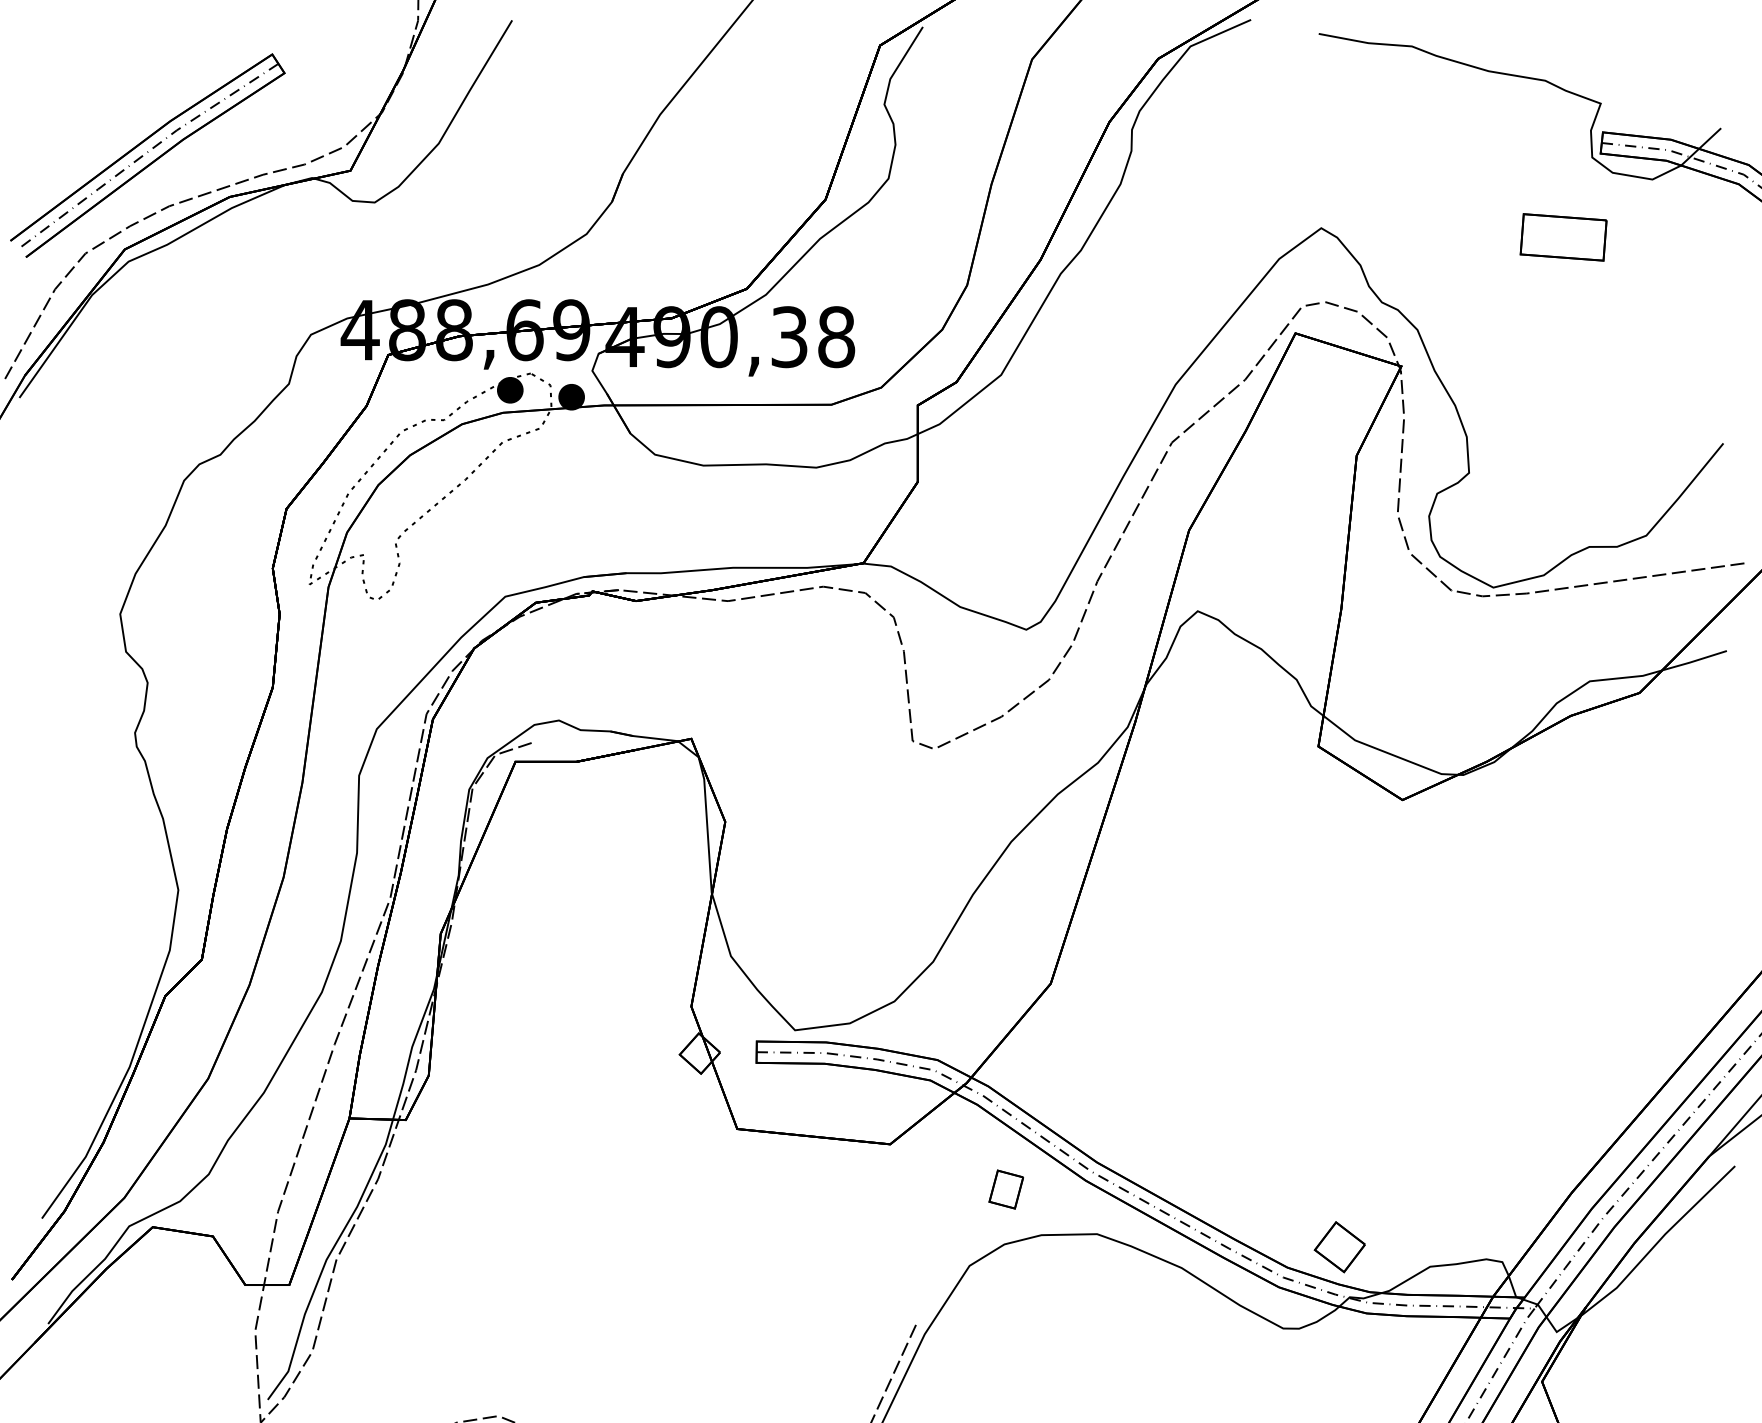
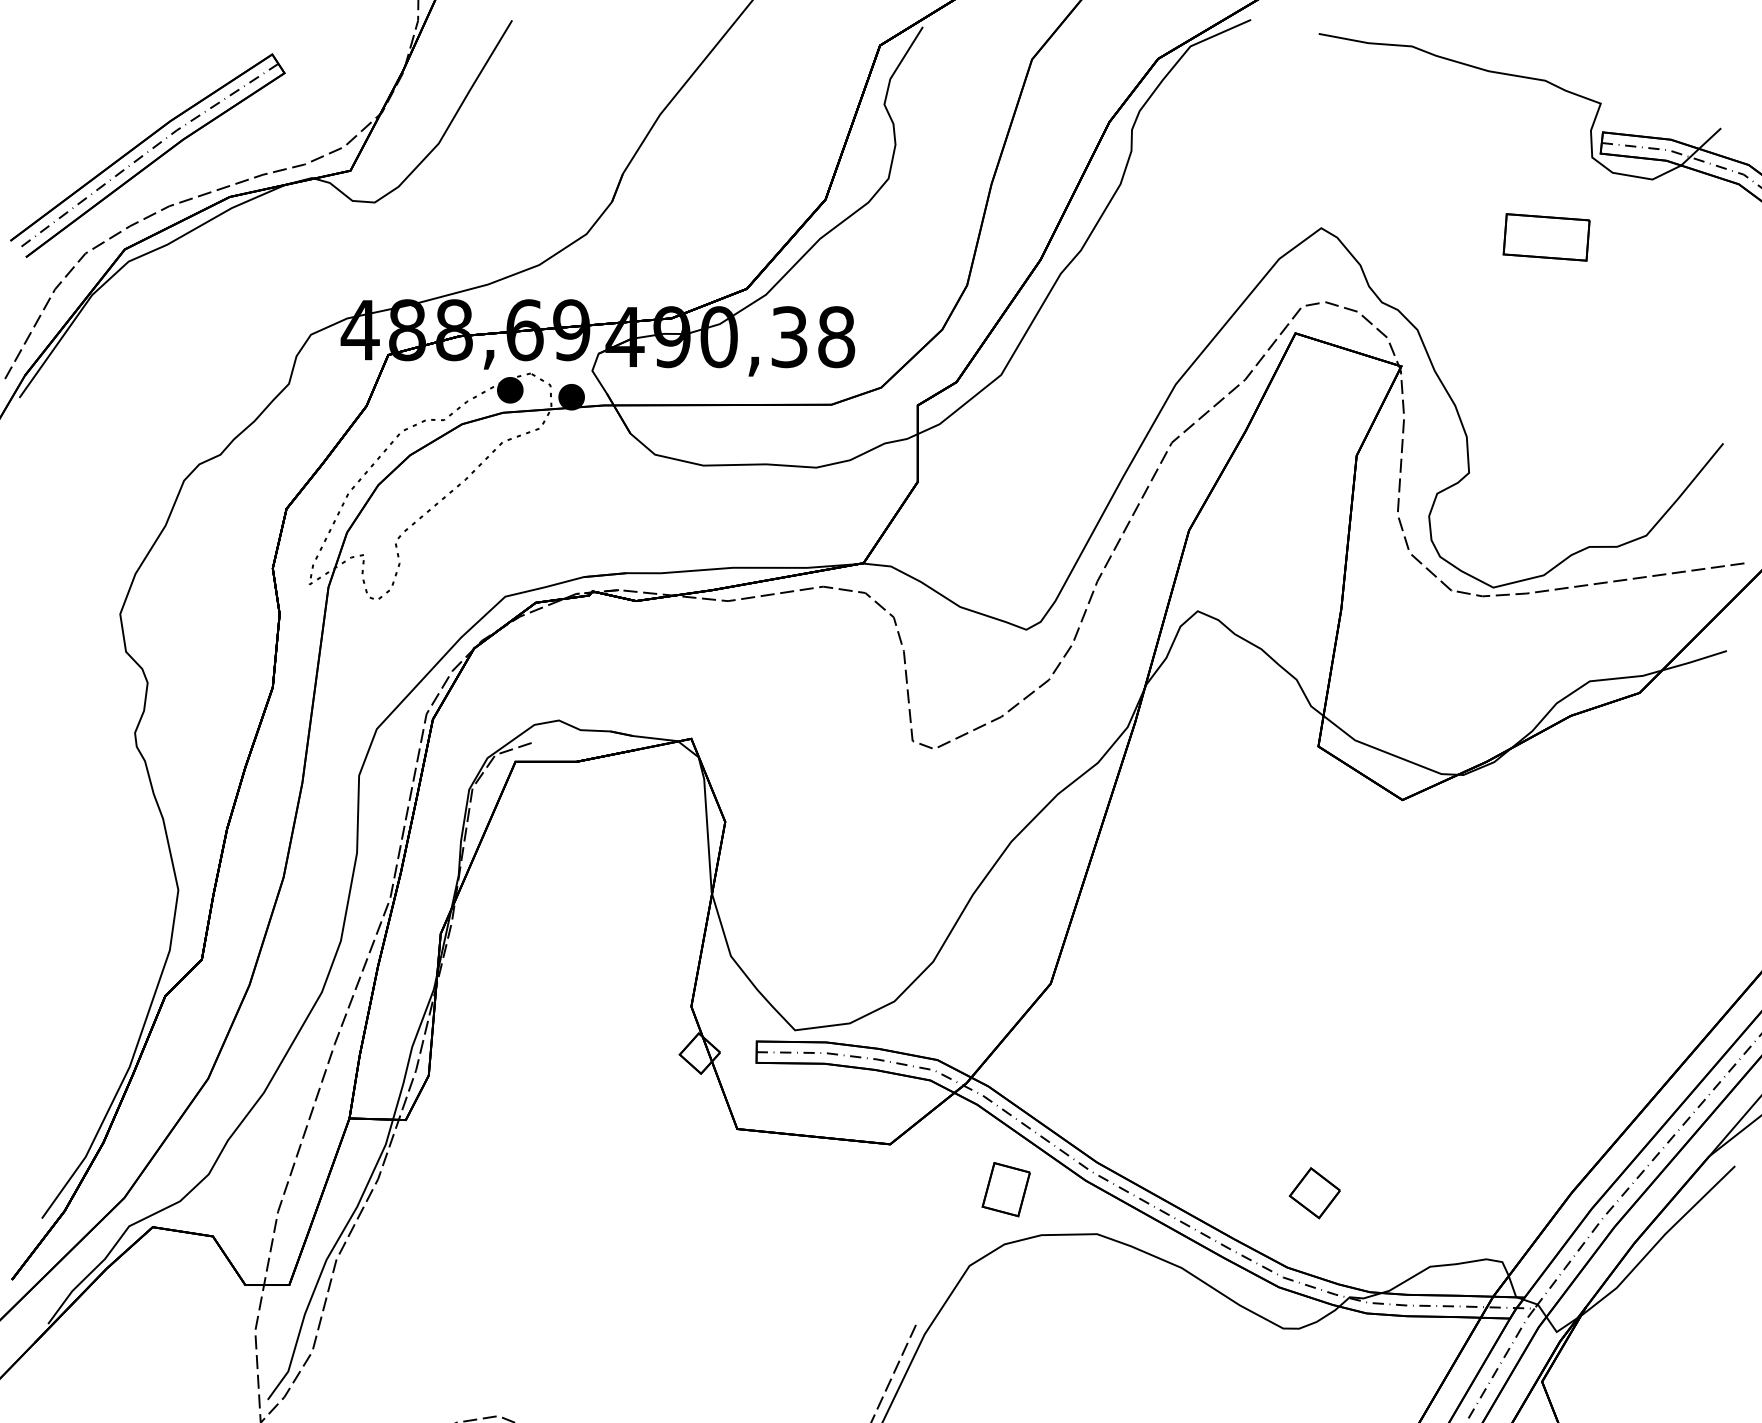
part at (1563, 237) position: (1563, 237) -> (1546, 237)
part at (1006, 1189) size: 37x41 px -> 50x56 px
part at (1339, 1247) position: (1339, 1247) -> (1314, 1193)
